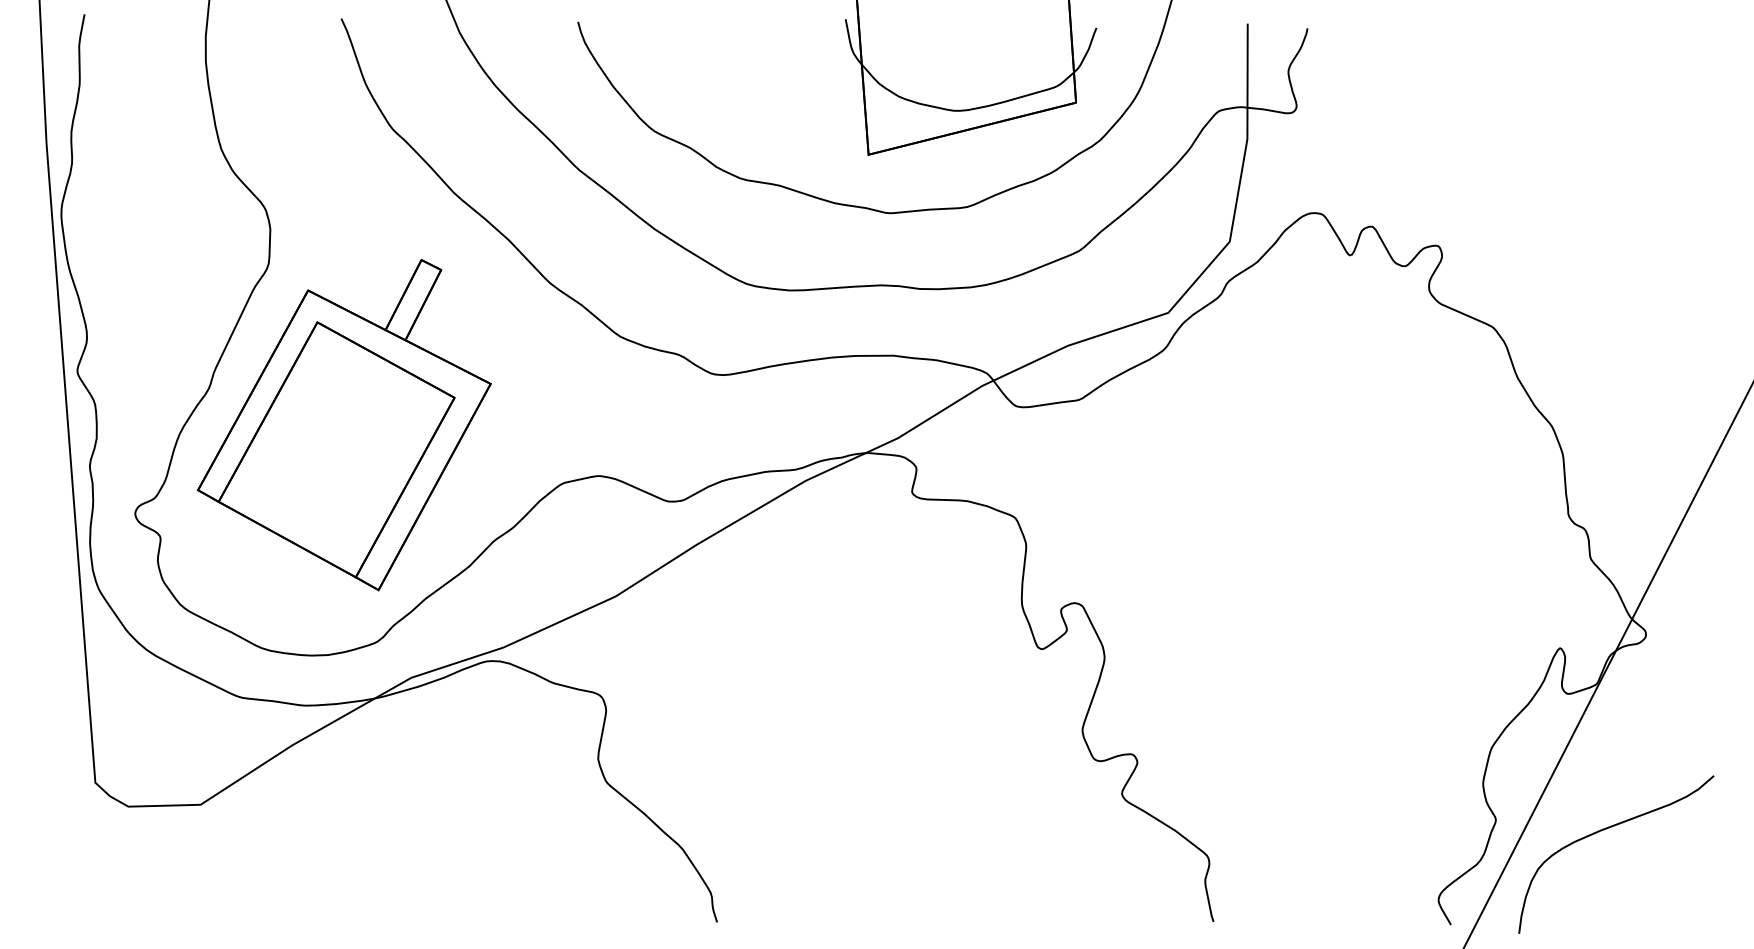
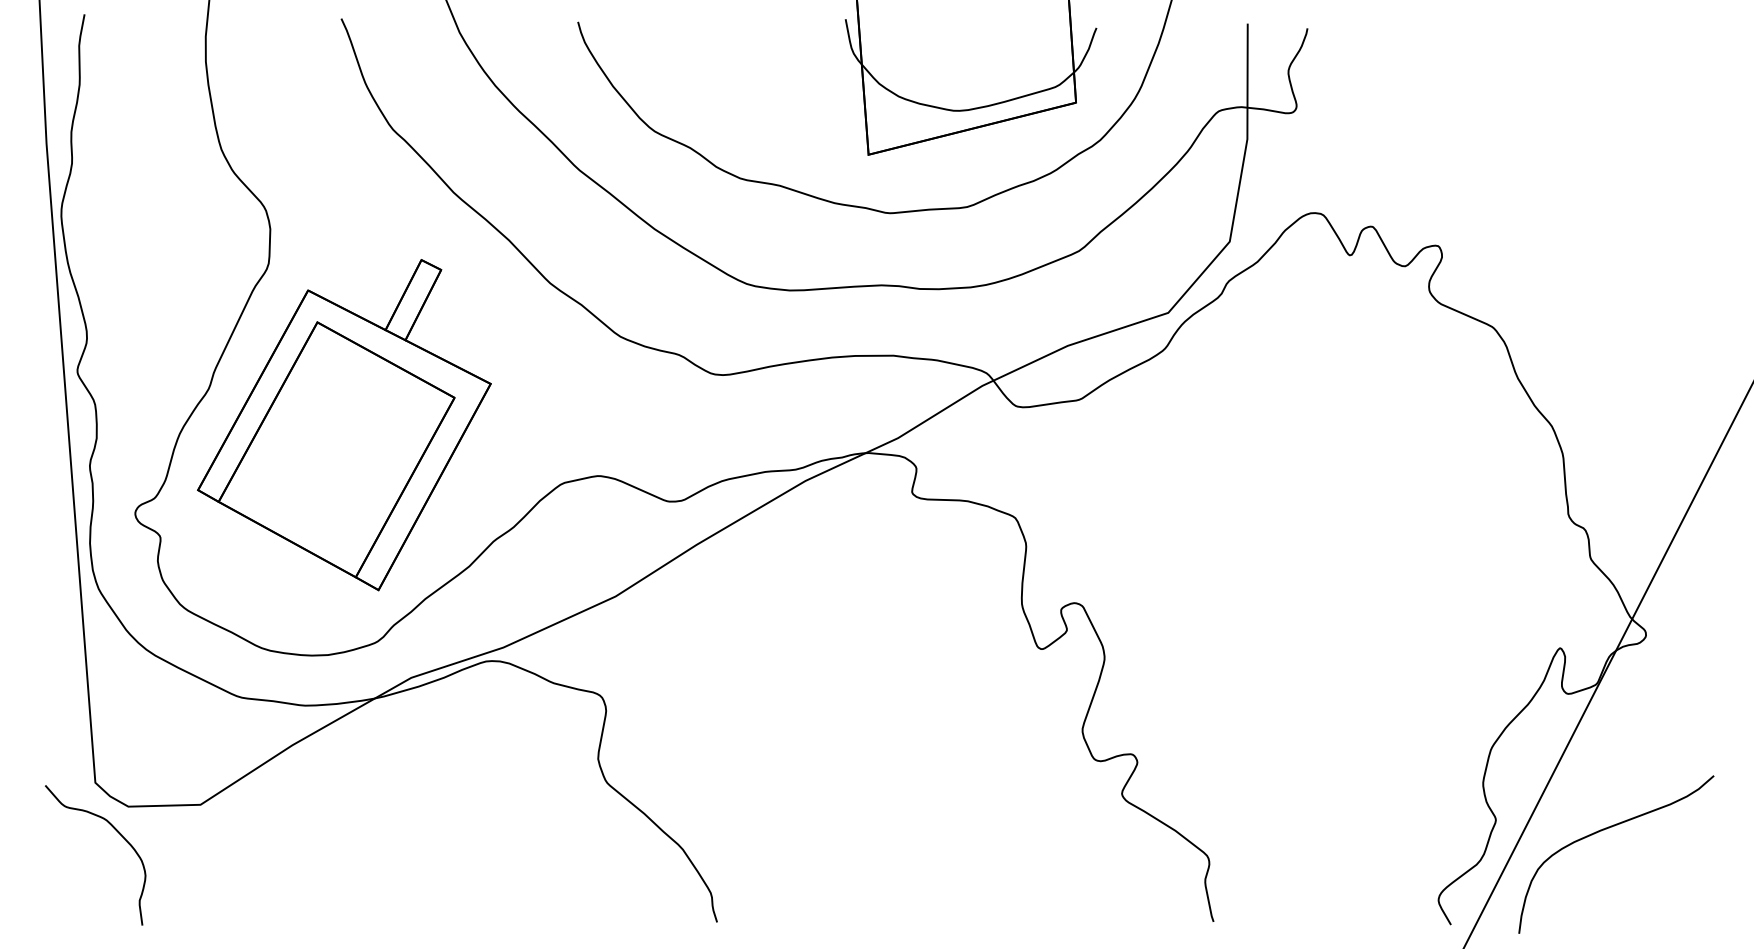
curve at (117, 832): none -> present
